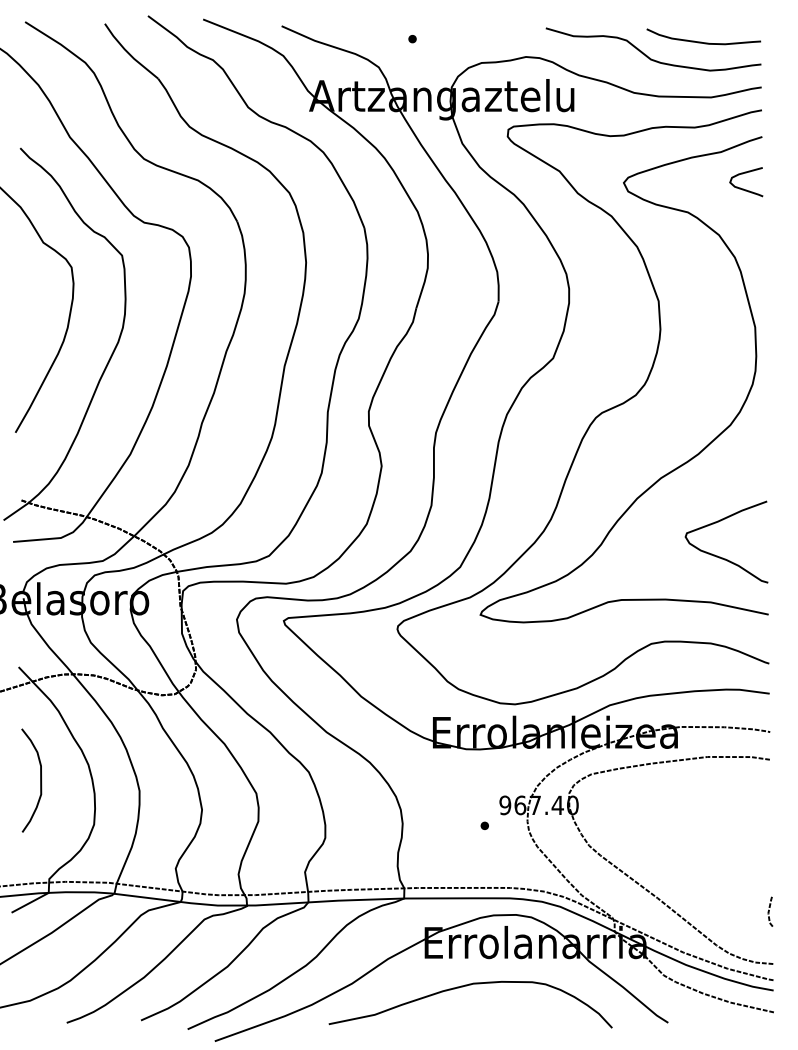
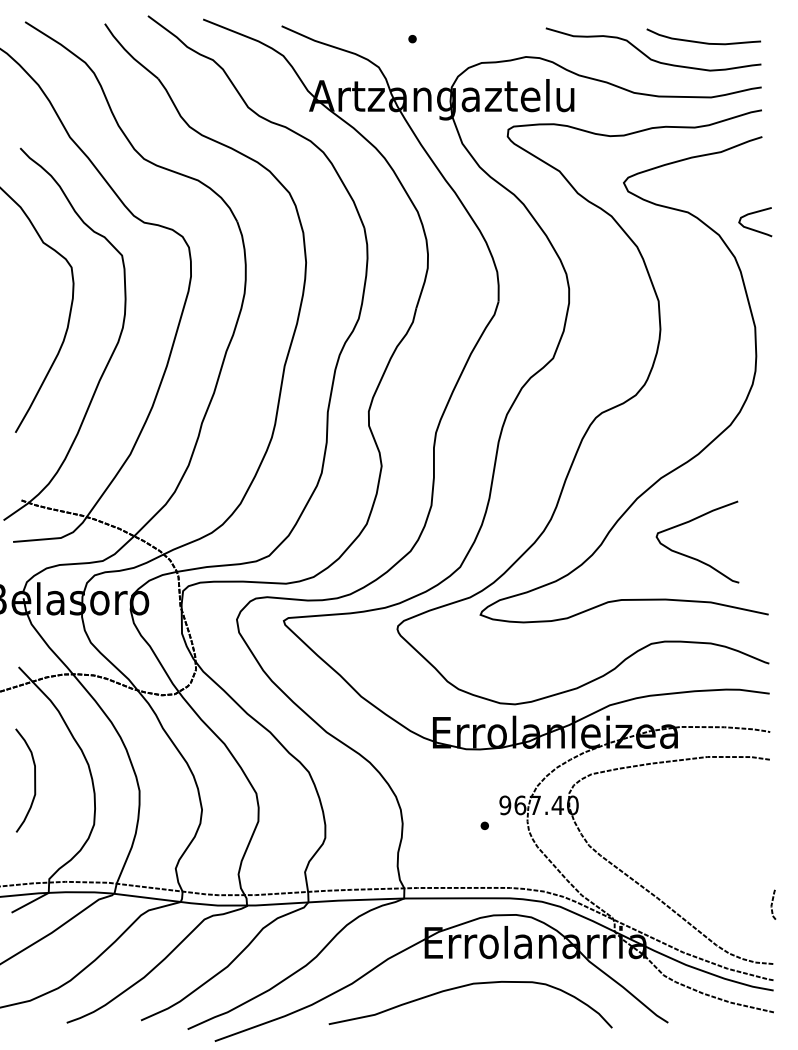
curve at (743, 188) position: (743, 188) -> (752, 228)
curve at (720, 556) position: (720, 556) -> (691, 556)
curve at (40, 780) position: (40, 780) -> (34, 780)
line at (769, 911) position: (769, 911) -> (772, 904)
